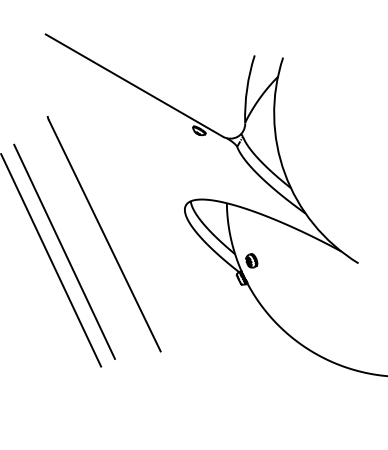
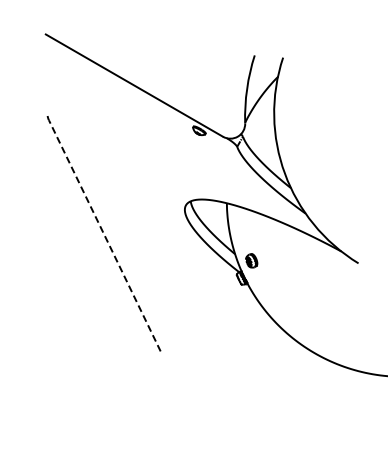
line at (104, 235): solid -> dashed
line at (64, 251): present -> none
line at (51, 261): present -> none
